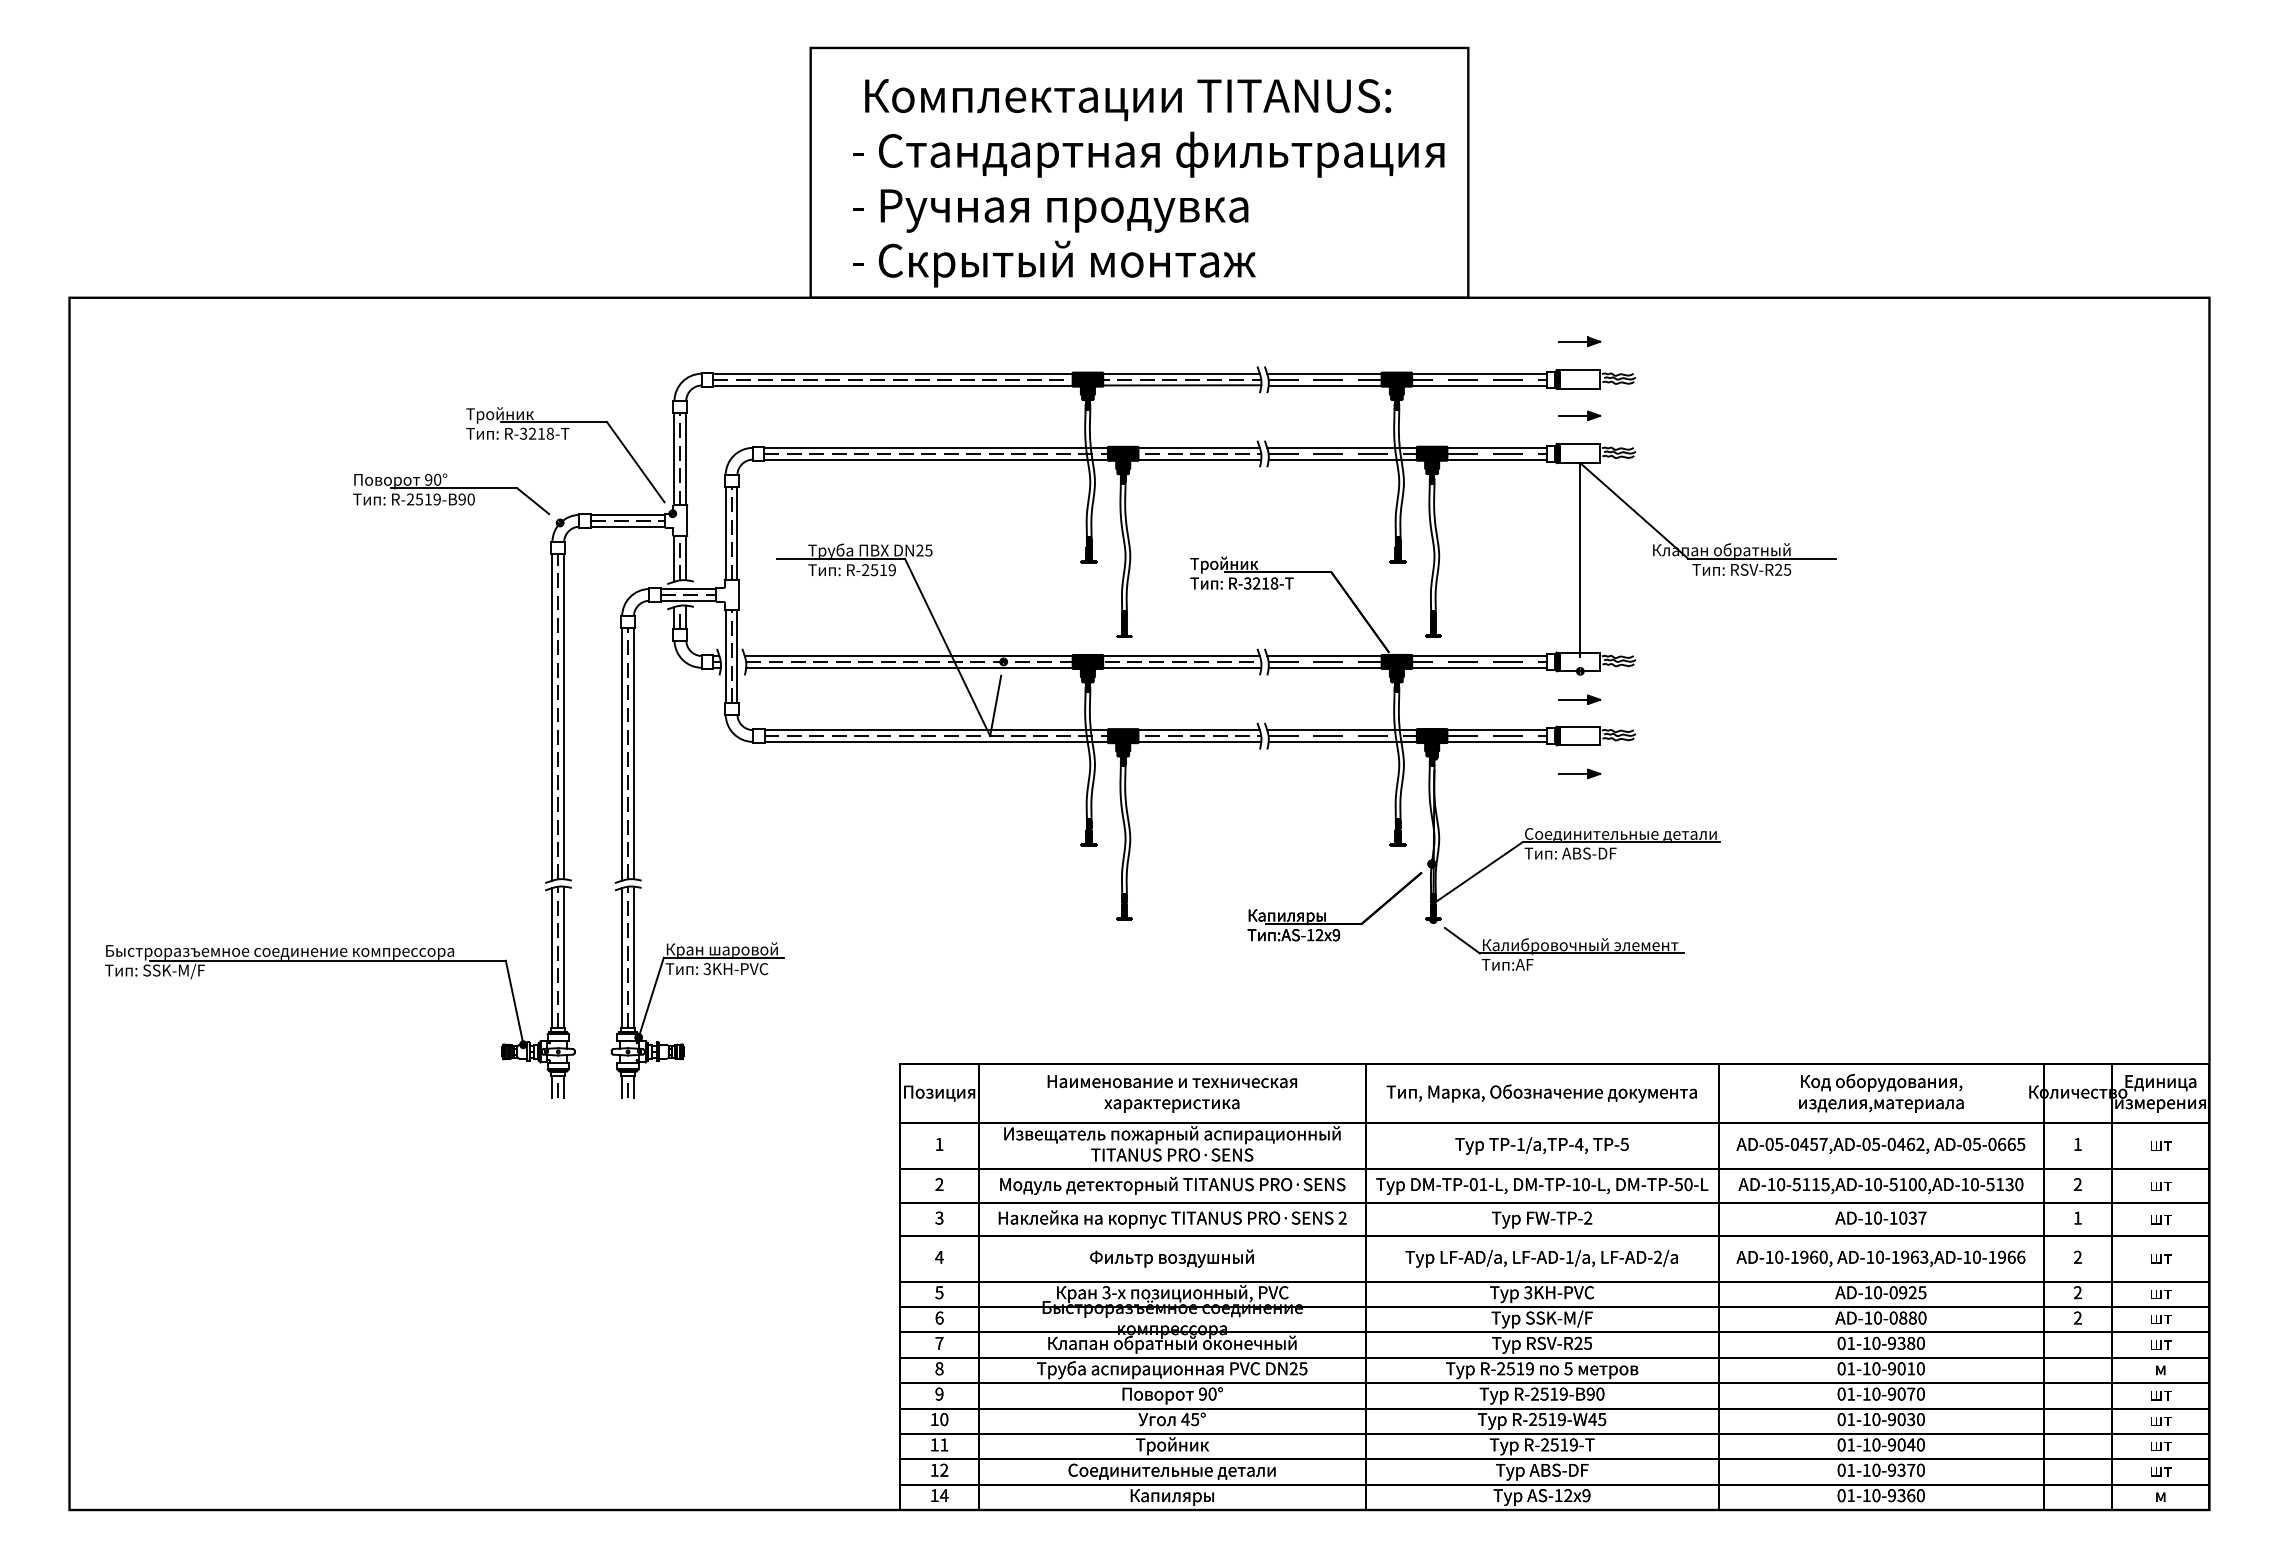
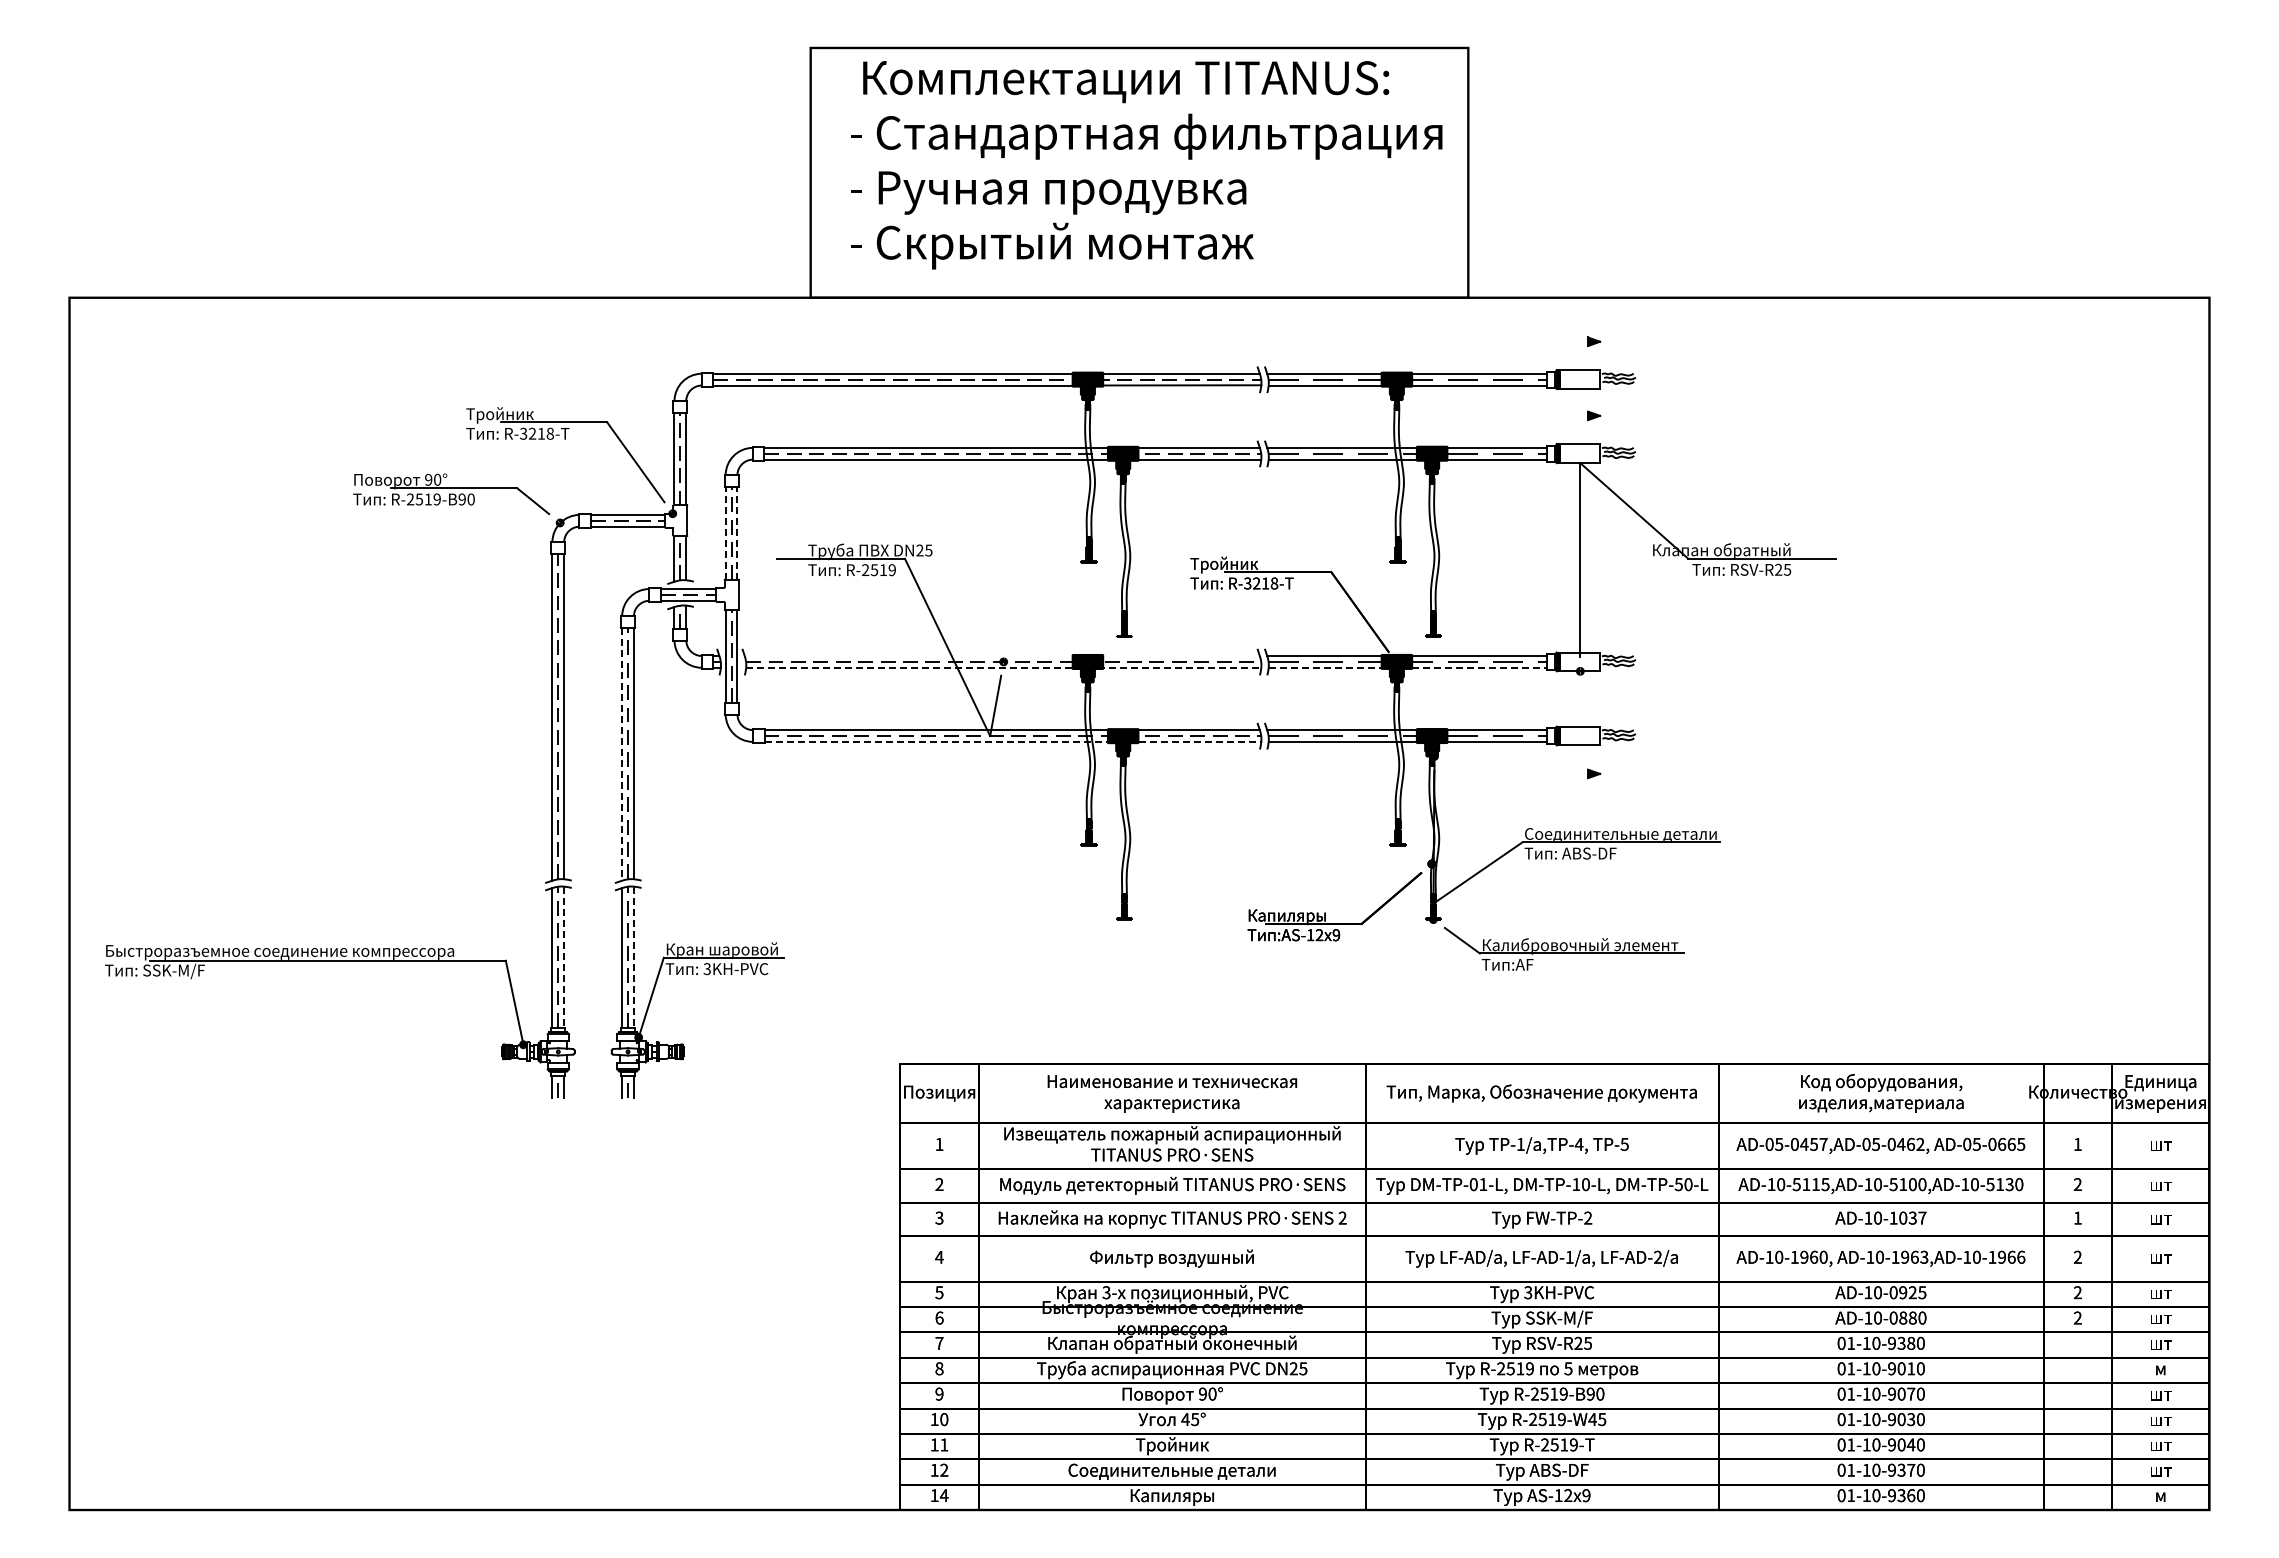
text at (1148, 183) position: (1148, 183) -> (1146, 165)
line at (1573, 341): present -> none
line at (1573, 415): present -> none
line at (725, 532): solid -> dashed
line at (737, 532): solid -> dashed
line at (1001, 656): present -> none
line at (1003, 667): solid -> dashed
line at (1408, 667): solid -> dashed
part at (1579, 699): present -> none
line at (1013, 741): solid -> dashed
line at (622, 754): solid -> dashed
line at (1573, 773): present -> none
line at (564, 957): solid -> dashed
line at (633, 957): solid -> dashed
